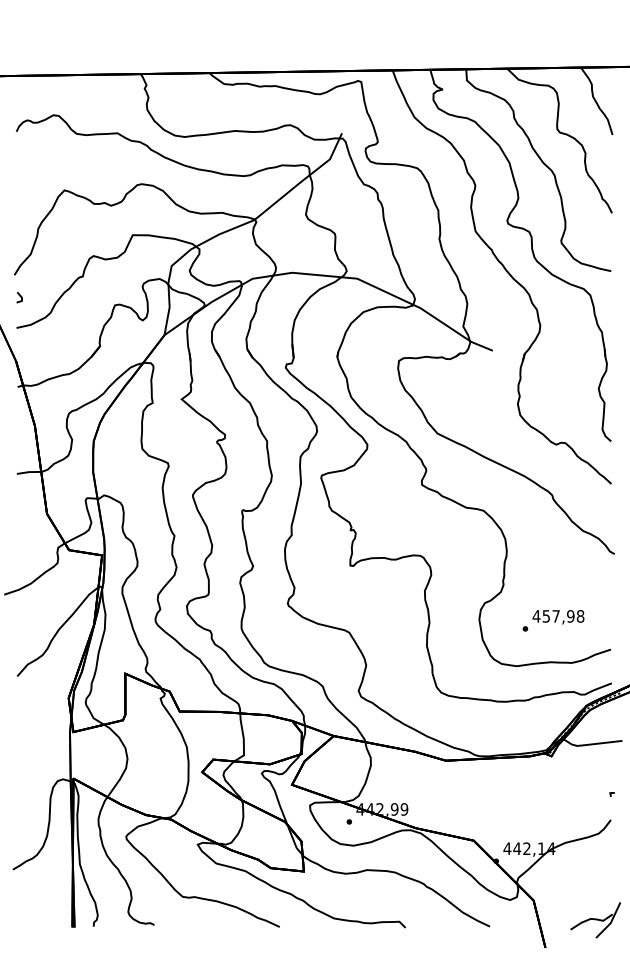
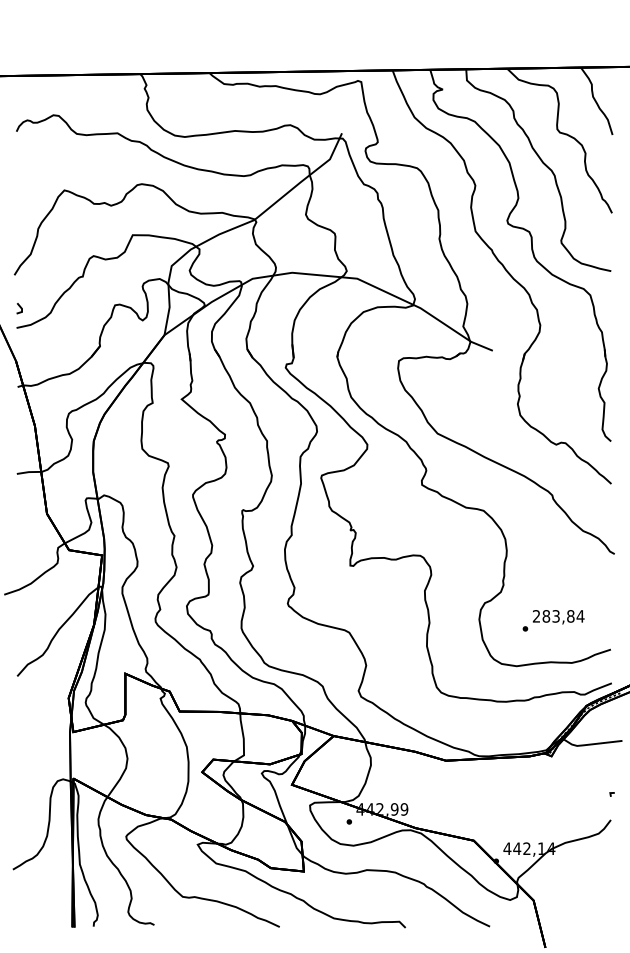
line at (19, 296) position: (19, 296) -> (19, 307)
text at (558, 616): 457,98 -> 283,84
part at (595, 920): present -> none
